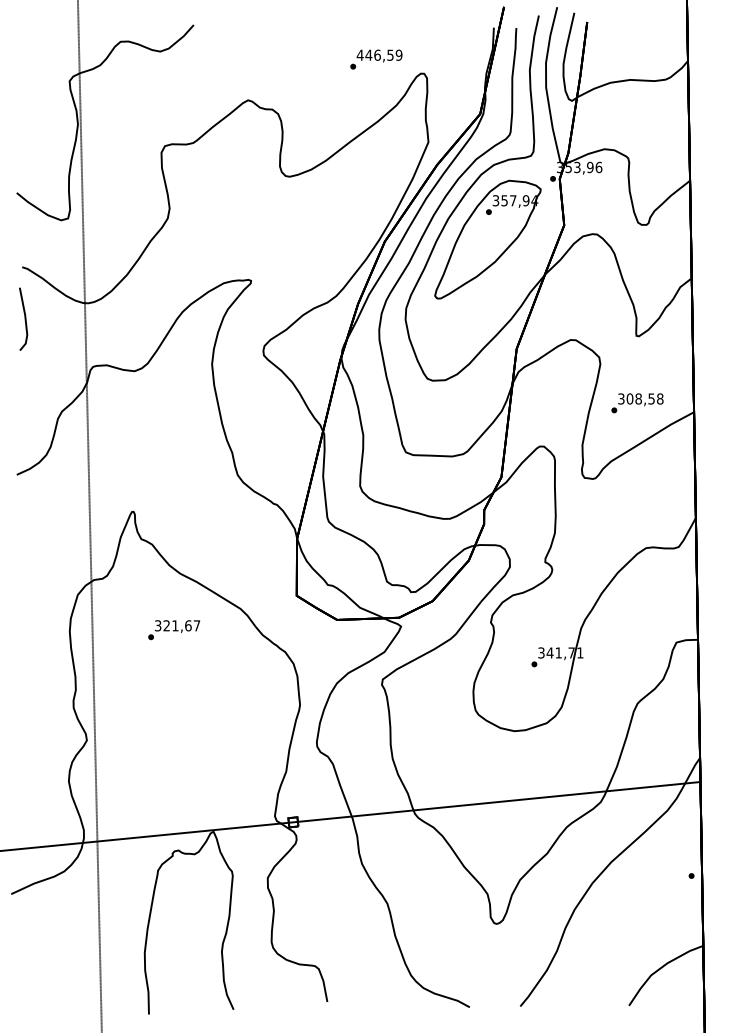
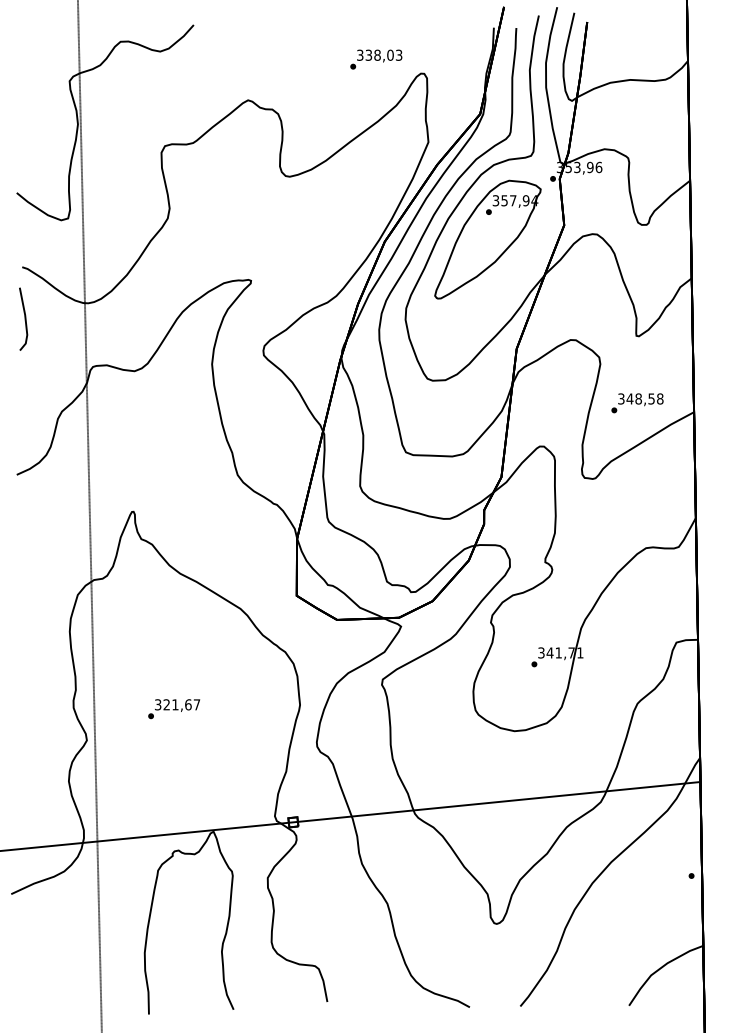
text at (379, 54): 446,59 -> 338,03
text at (629, 398): 308,58 -> 348,58
text at (174, 630) position: (174, 630) -> (174, 709)
